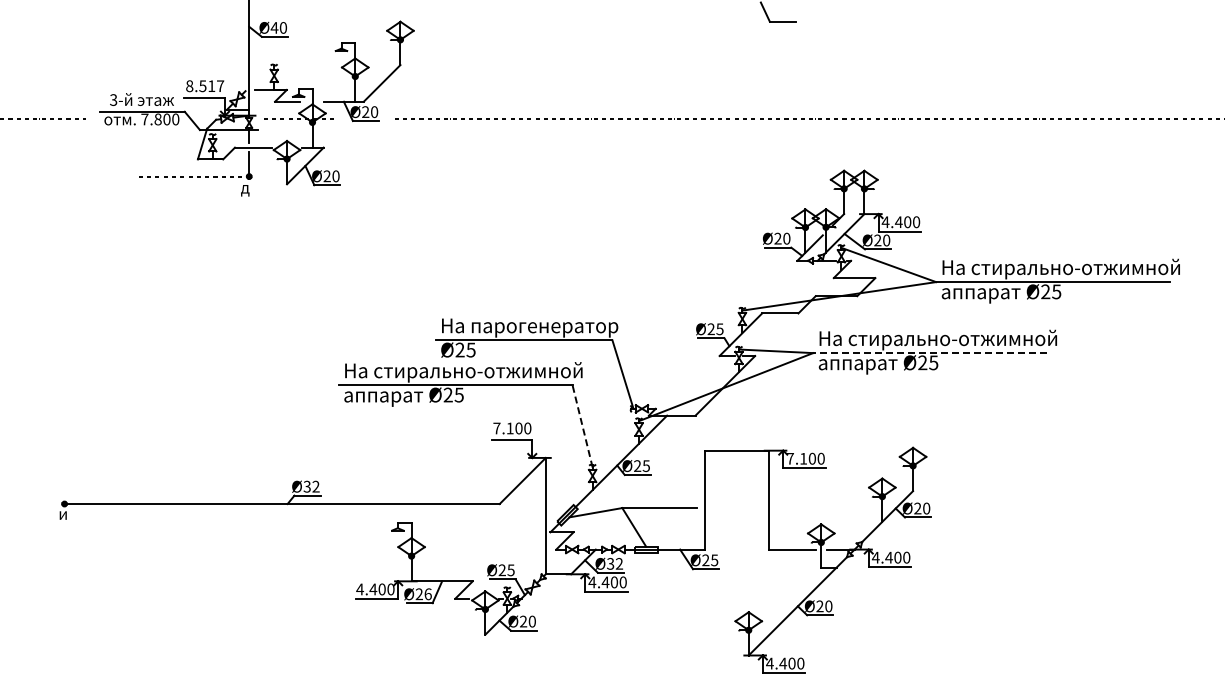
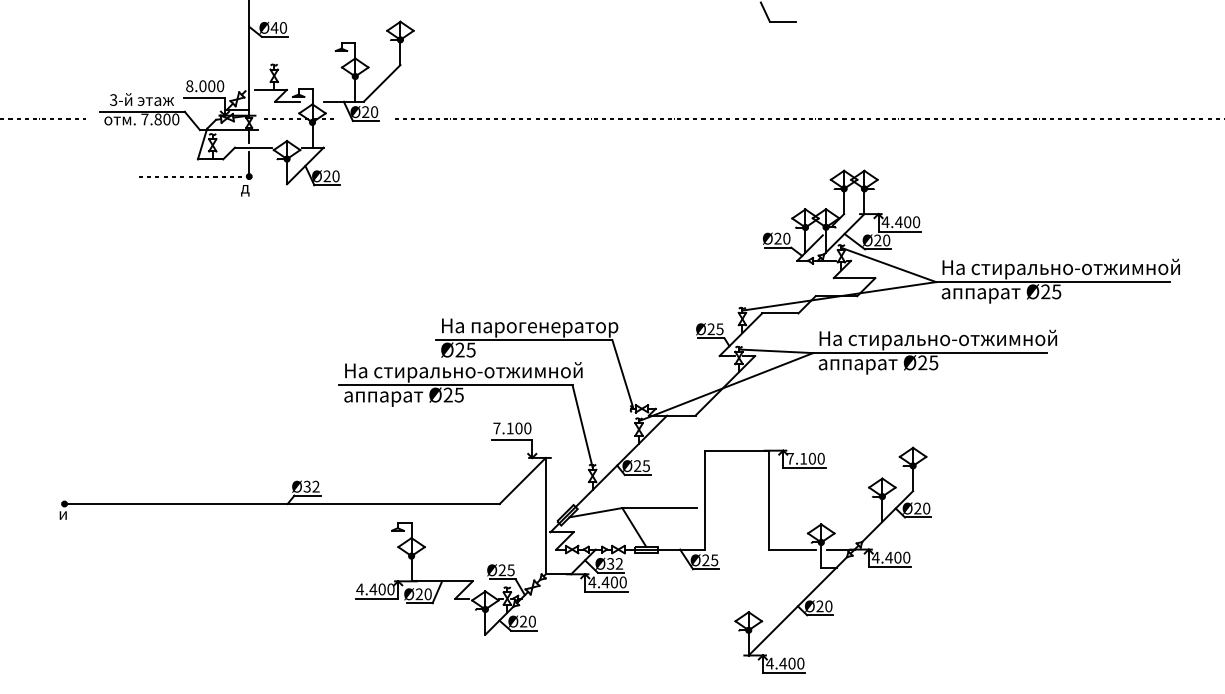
text at (211, 86): 8.517 -> 8.000
line at (930, 353): dashed -> solid
line at (582, 425): dashed -> solid
text at (427, 594): Ø26 -> Ø20
